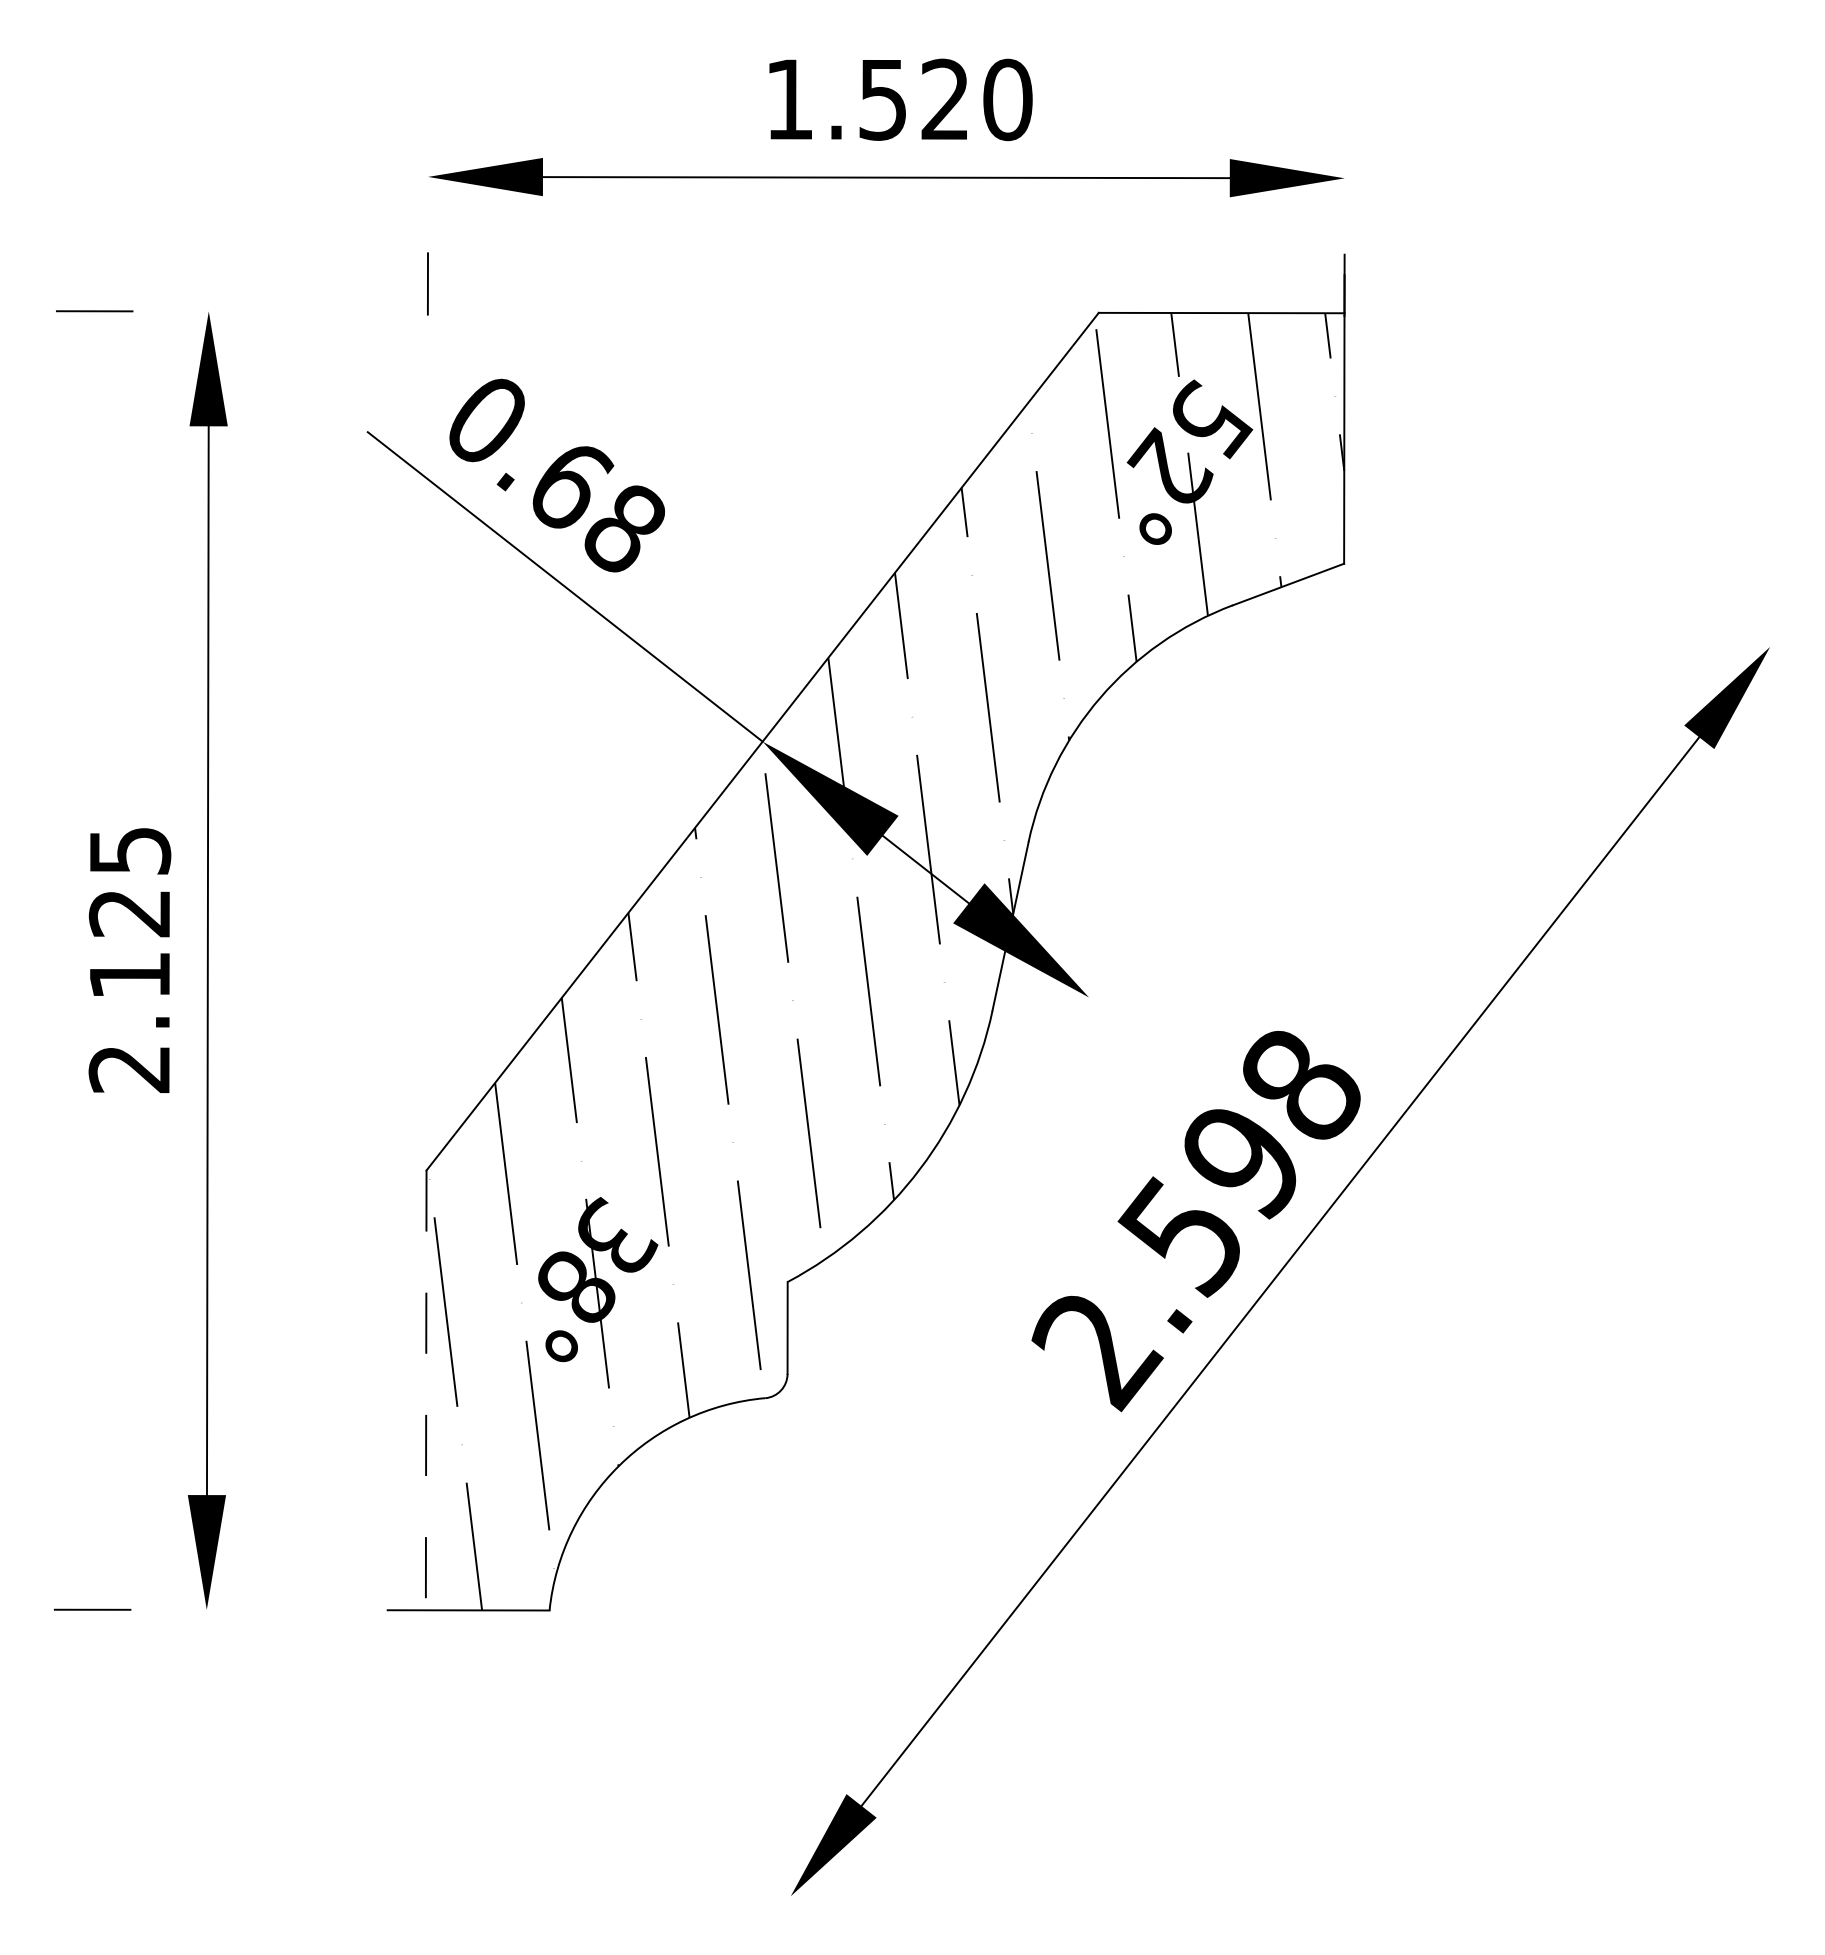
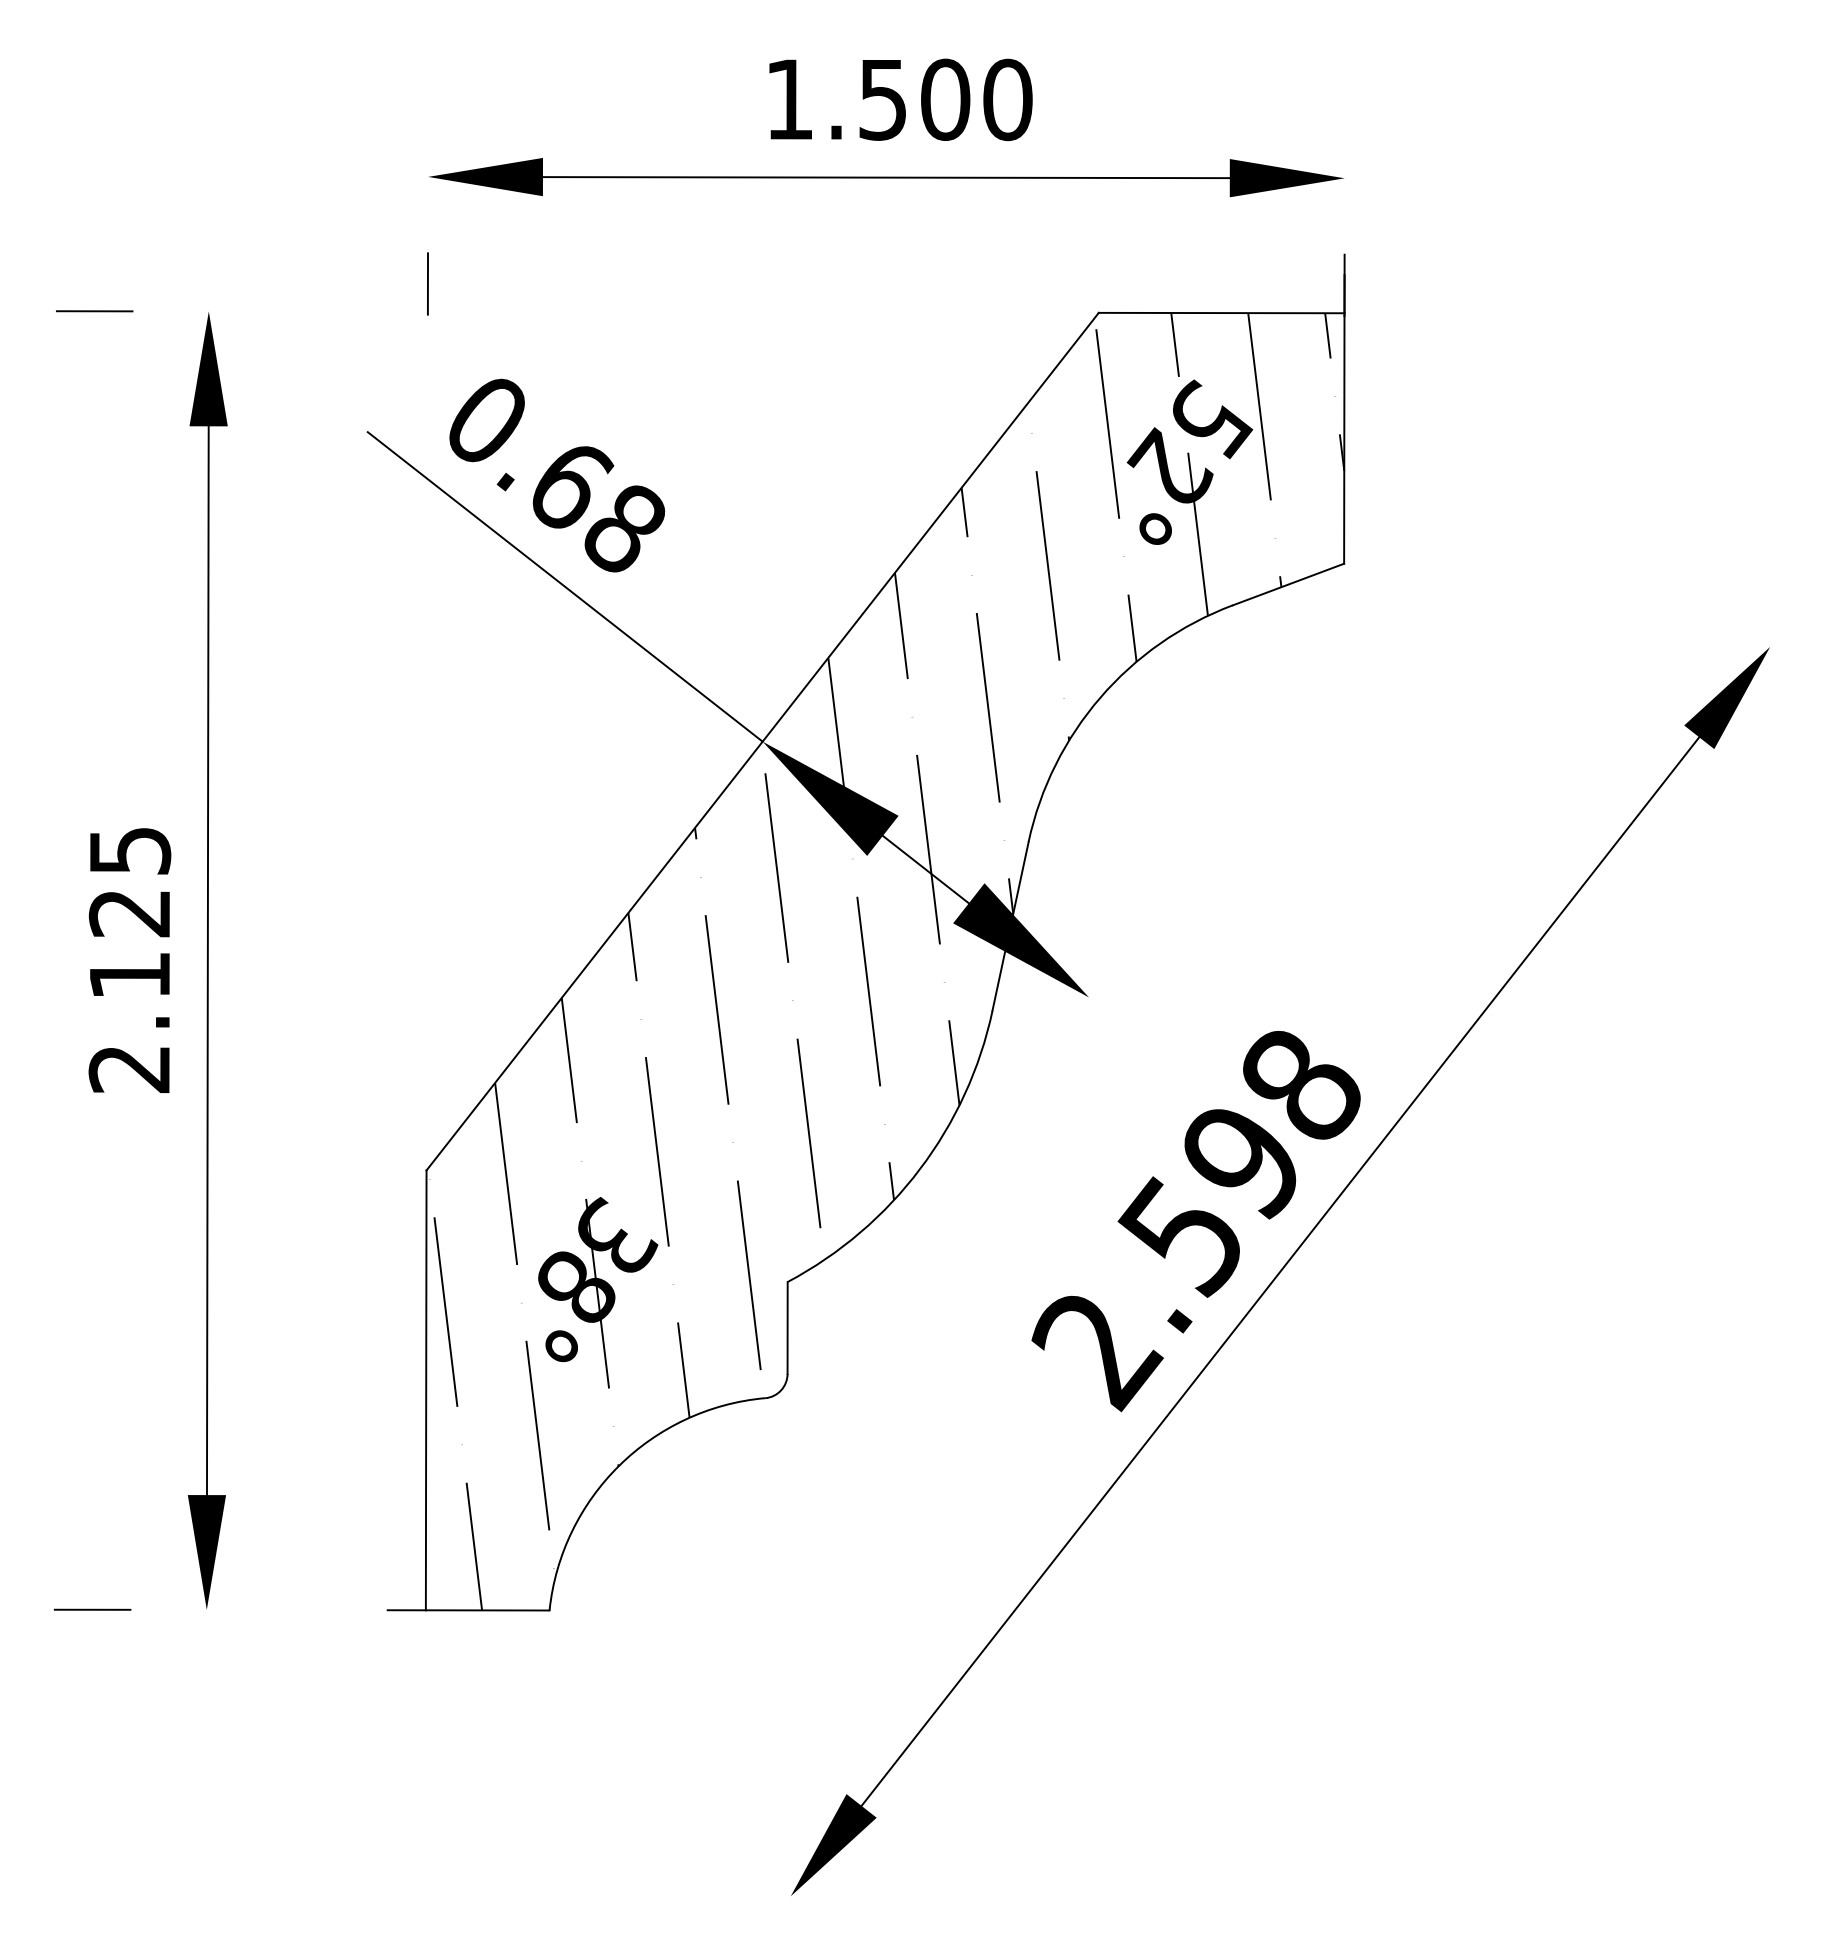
text at (945, 99): 1.520 -> 1.500
line at (426, 1390): dashed -> solid
